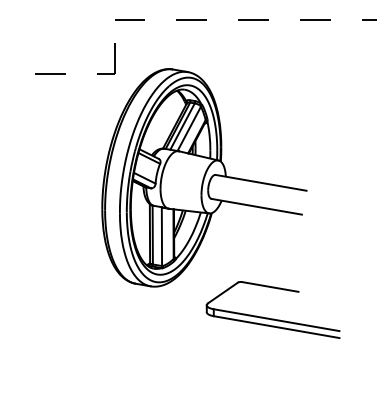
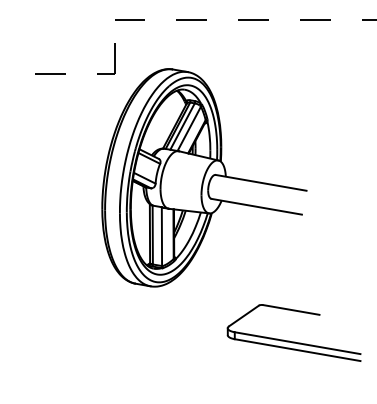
part at (268, 317) position: (268, 317) -> (289, 340)
